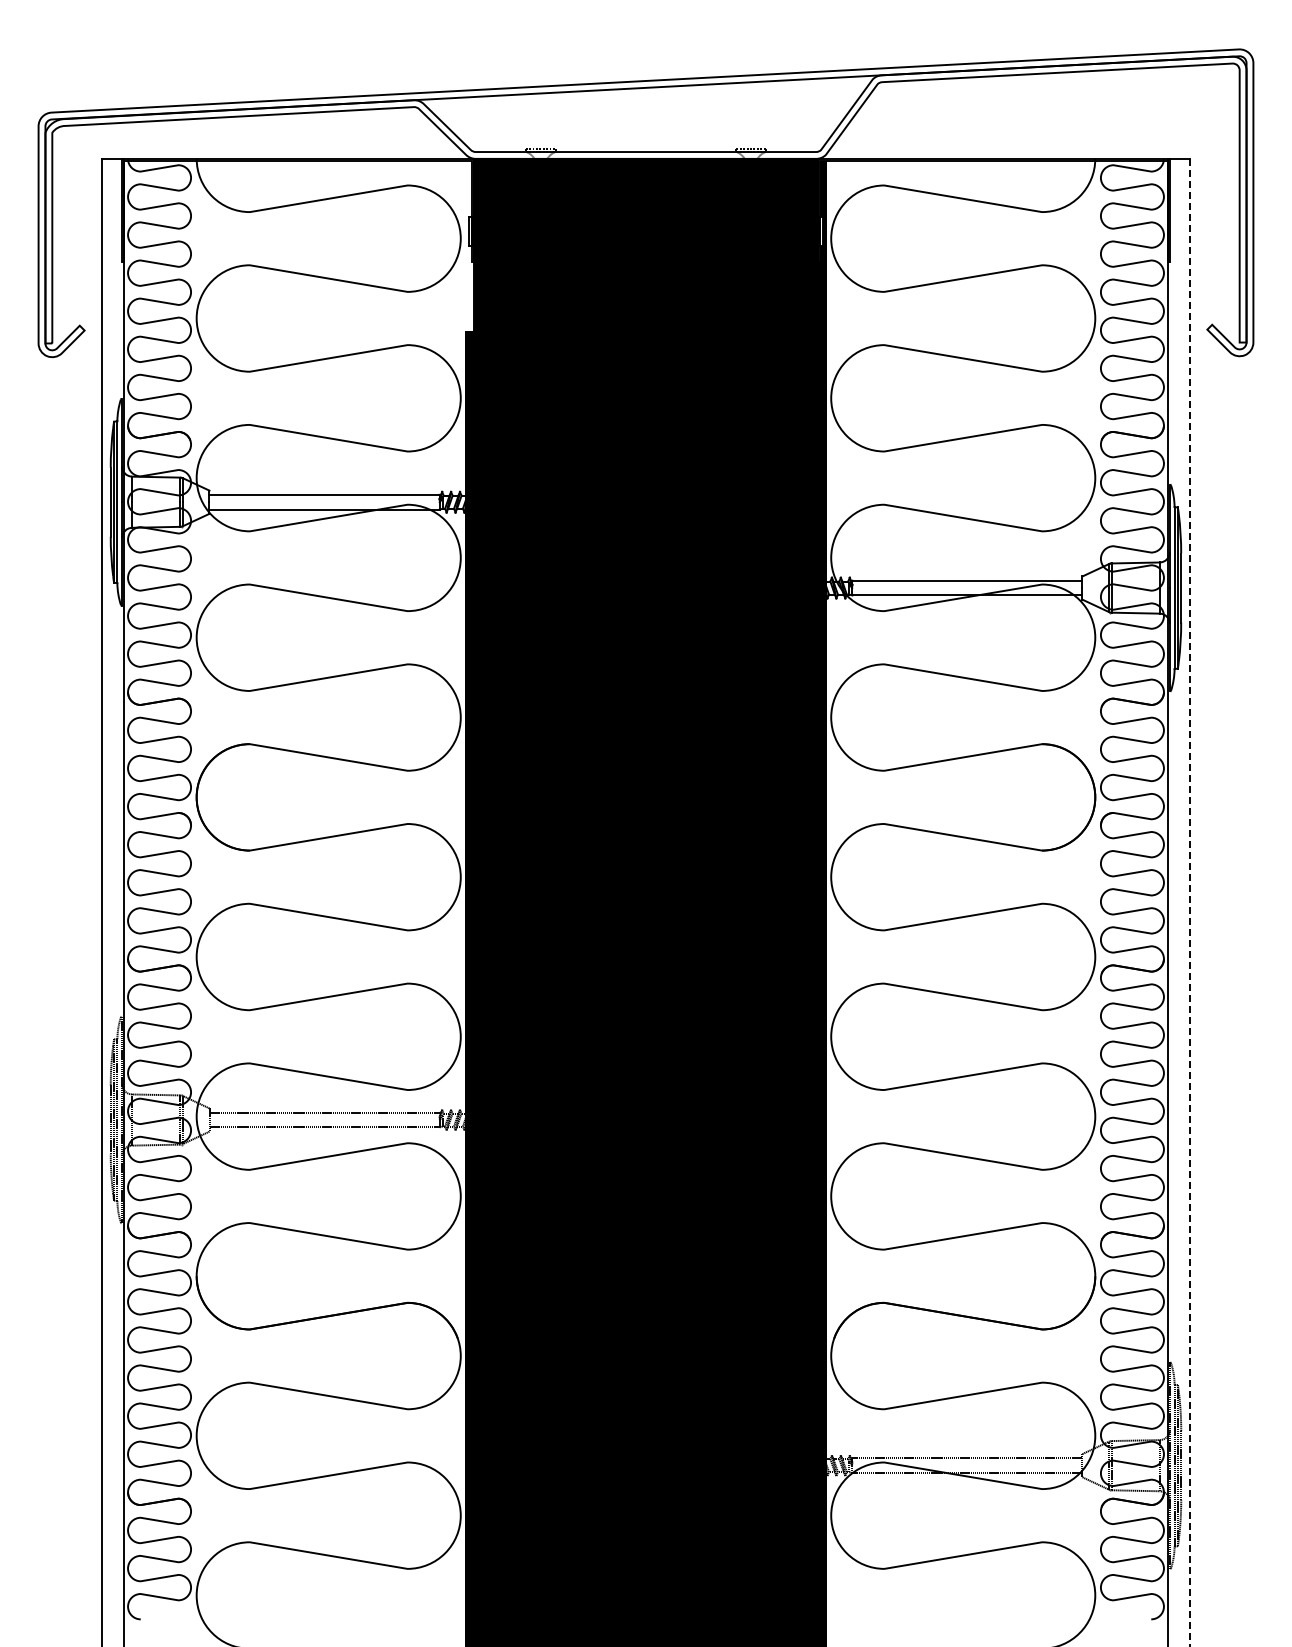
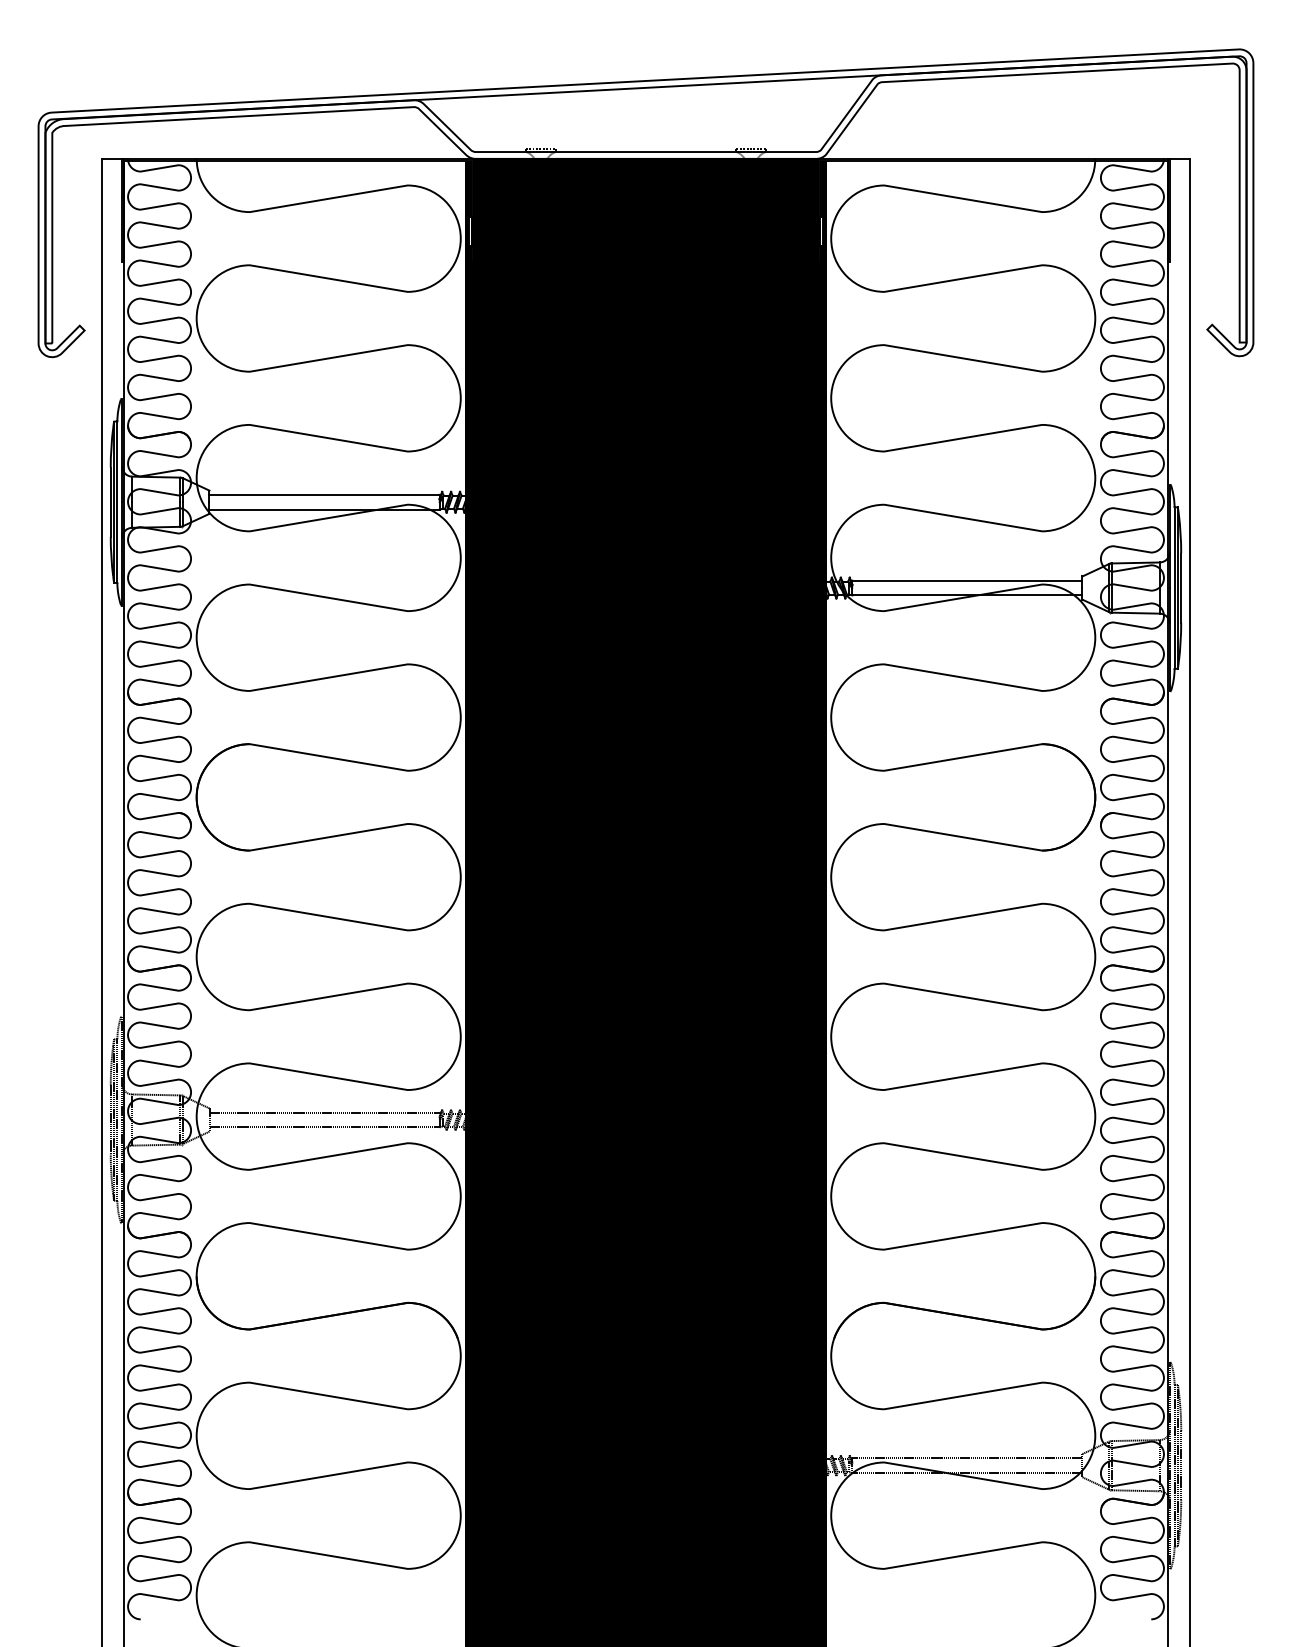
fill at (469, 245): none -> present
line at (1190, 902): dashed -> solid
